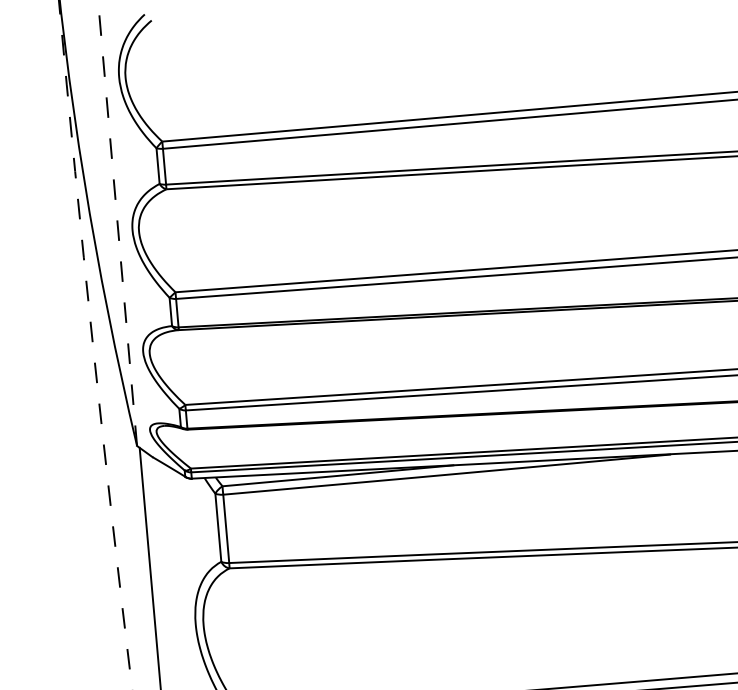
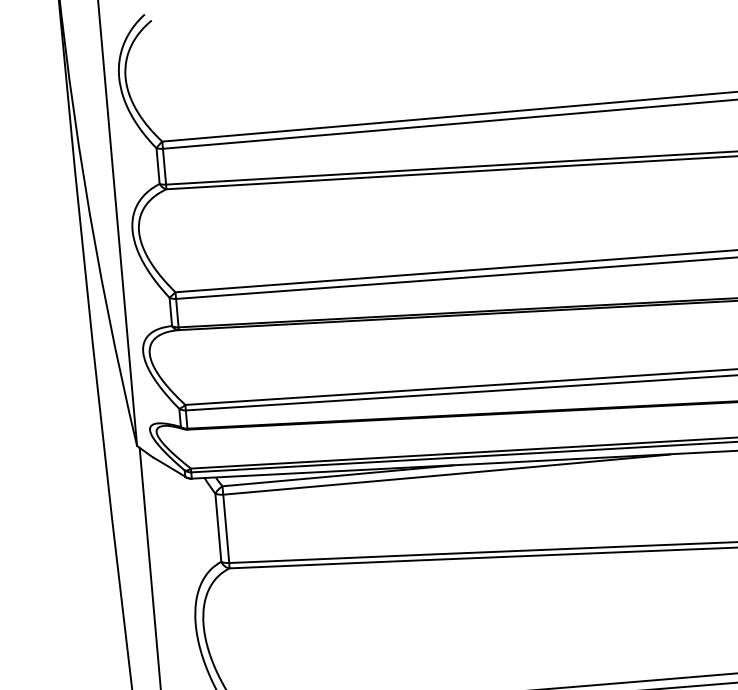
line at (117, 222): dashed -> solid
arc at (93, 345): dashed -> solid
